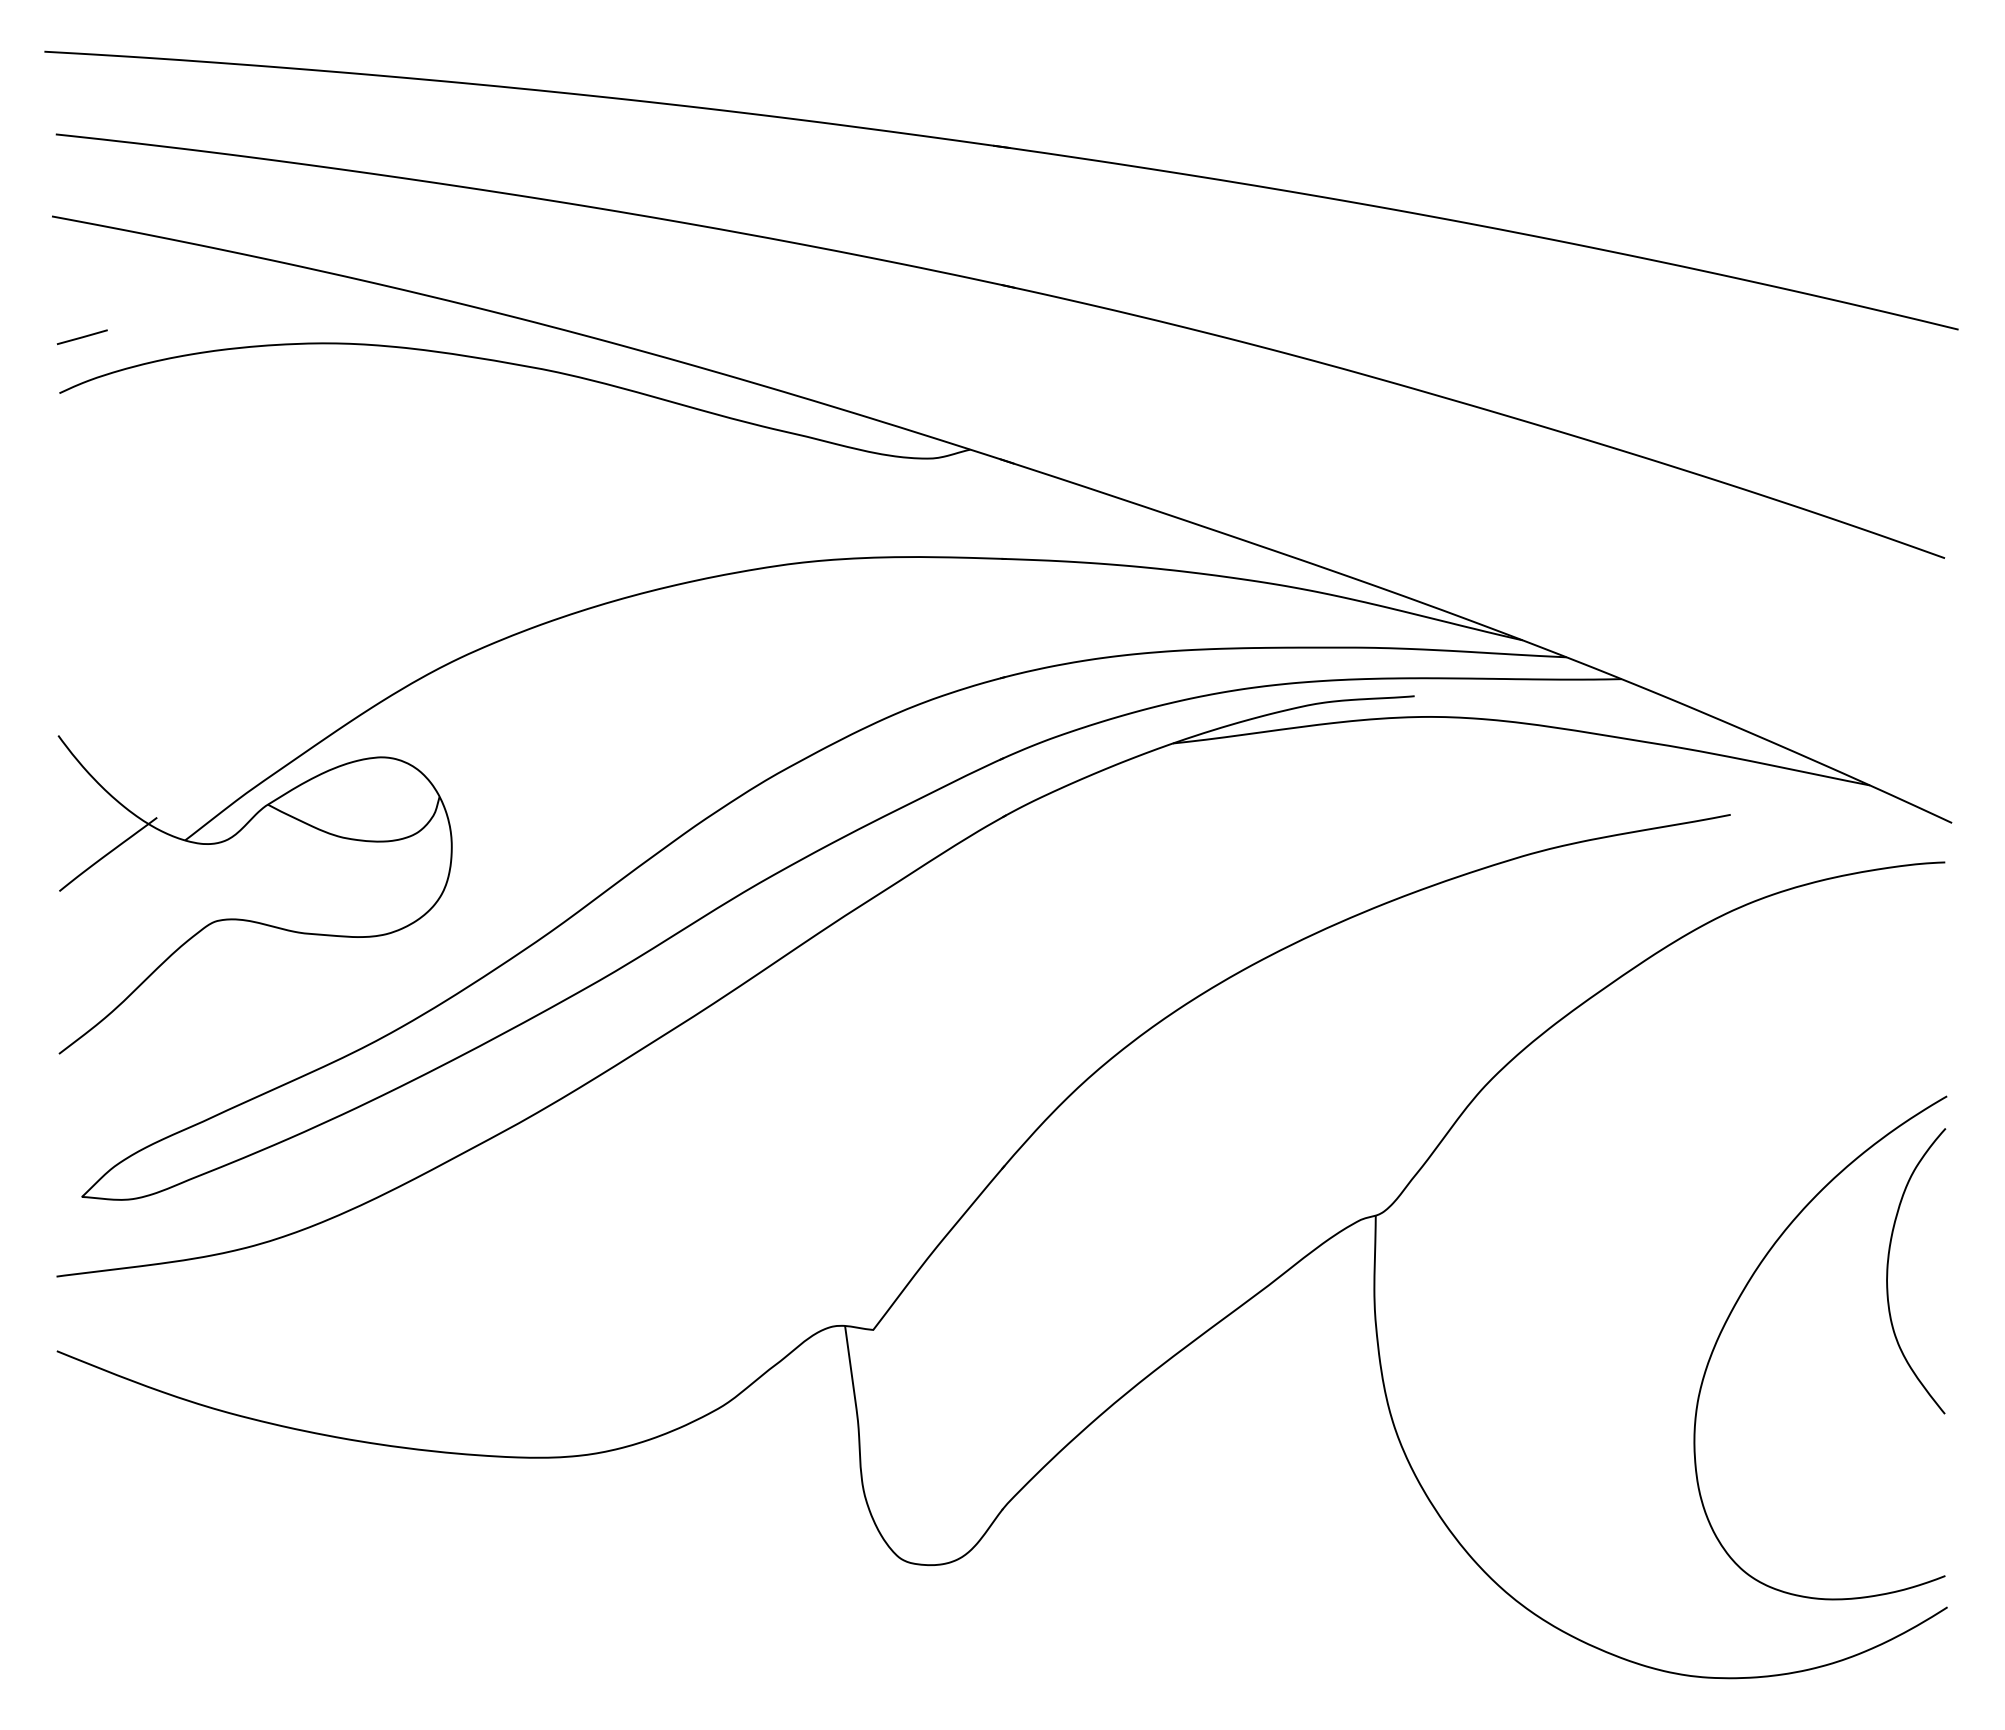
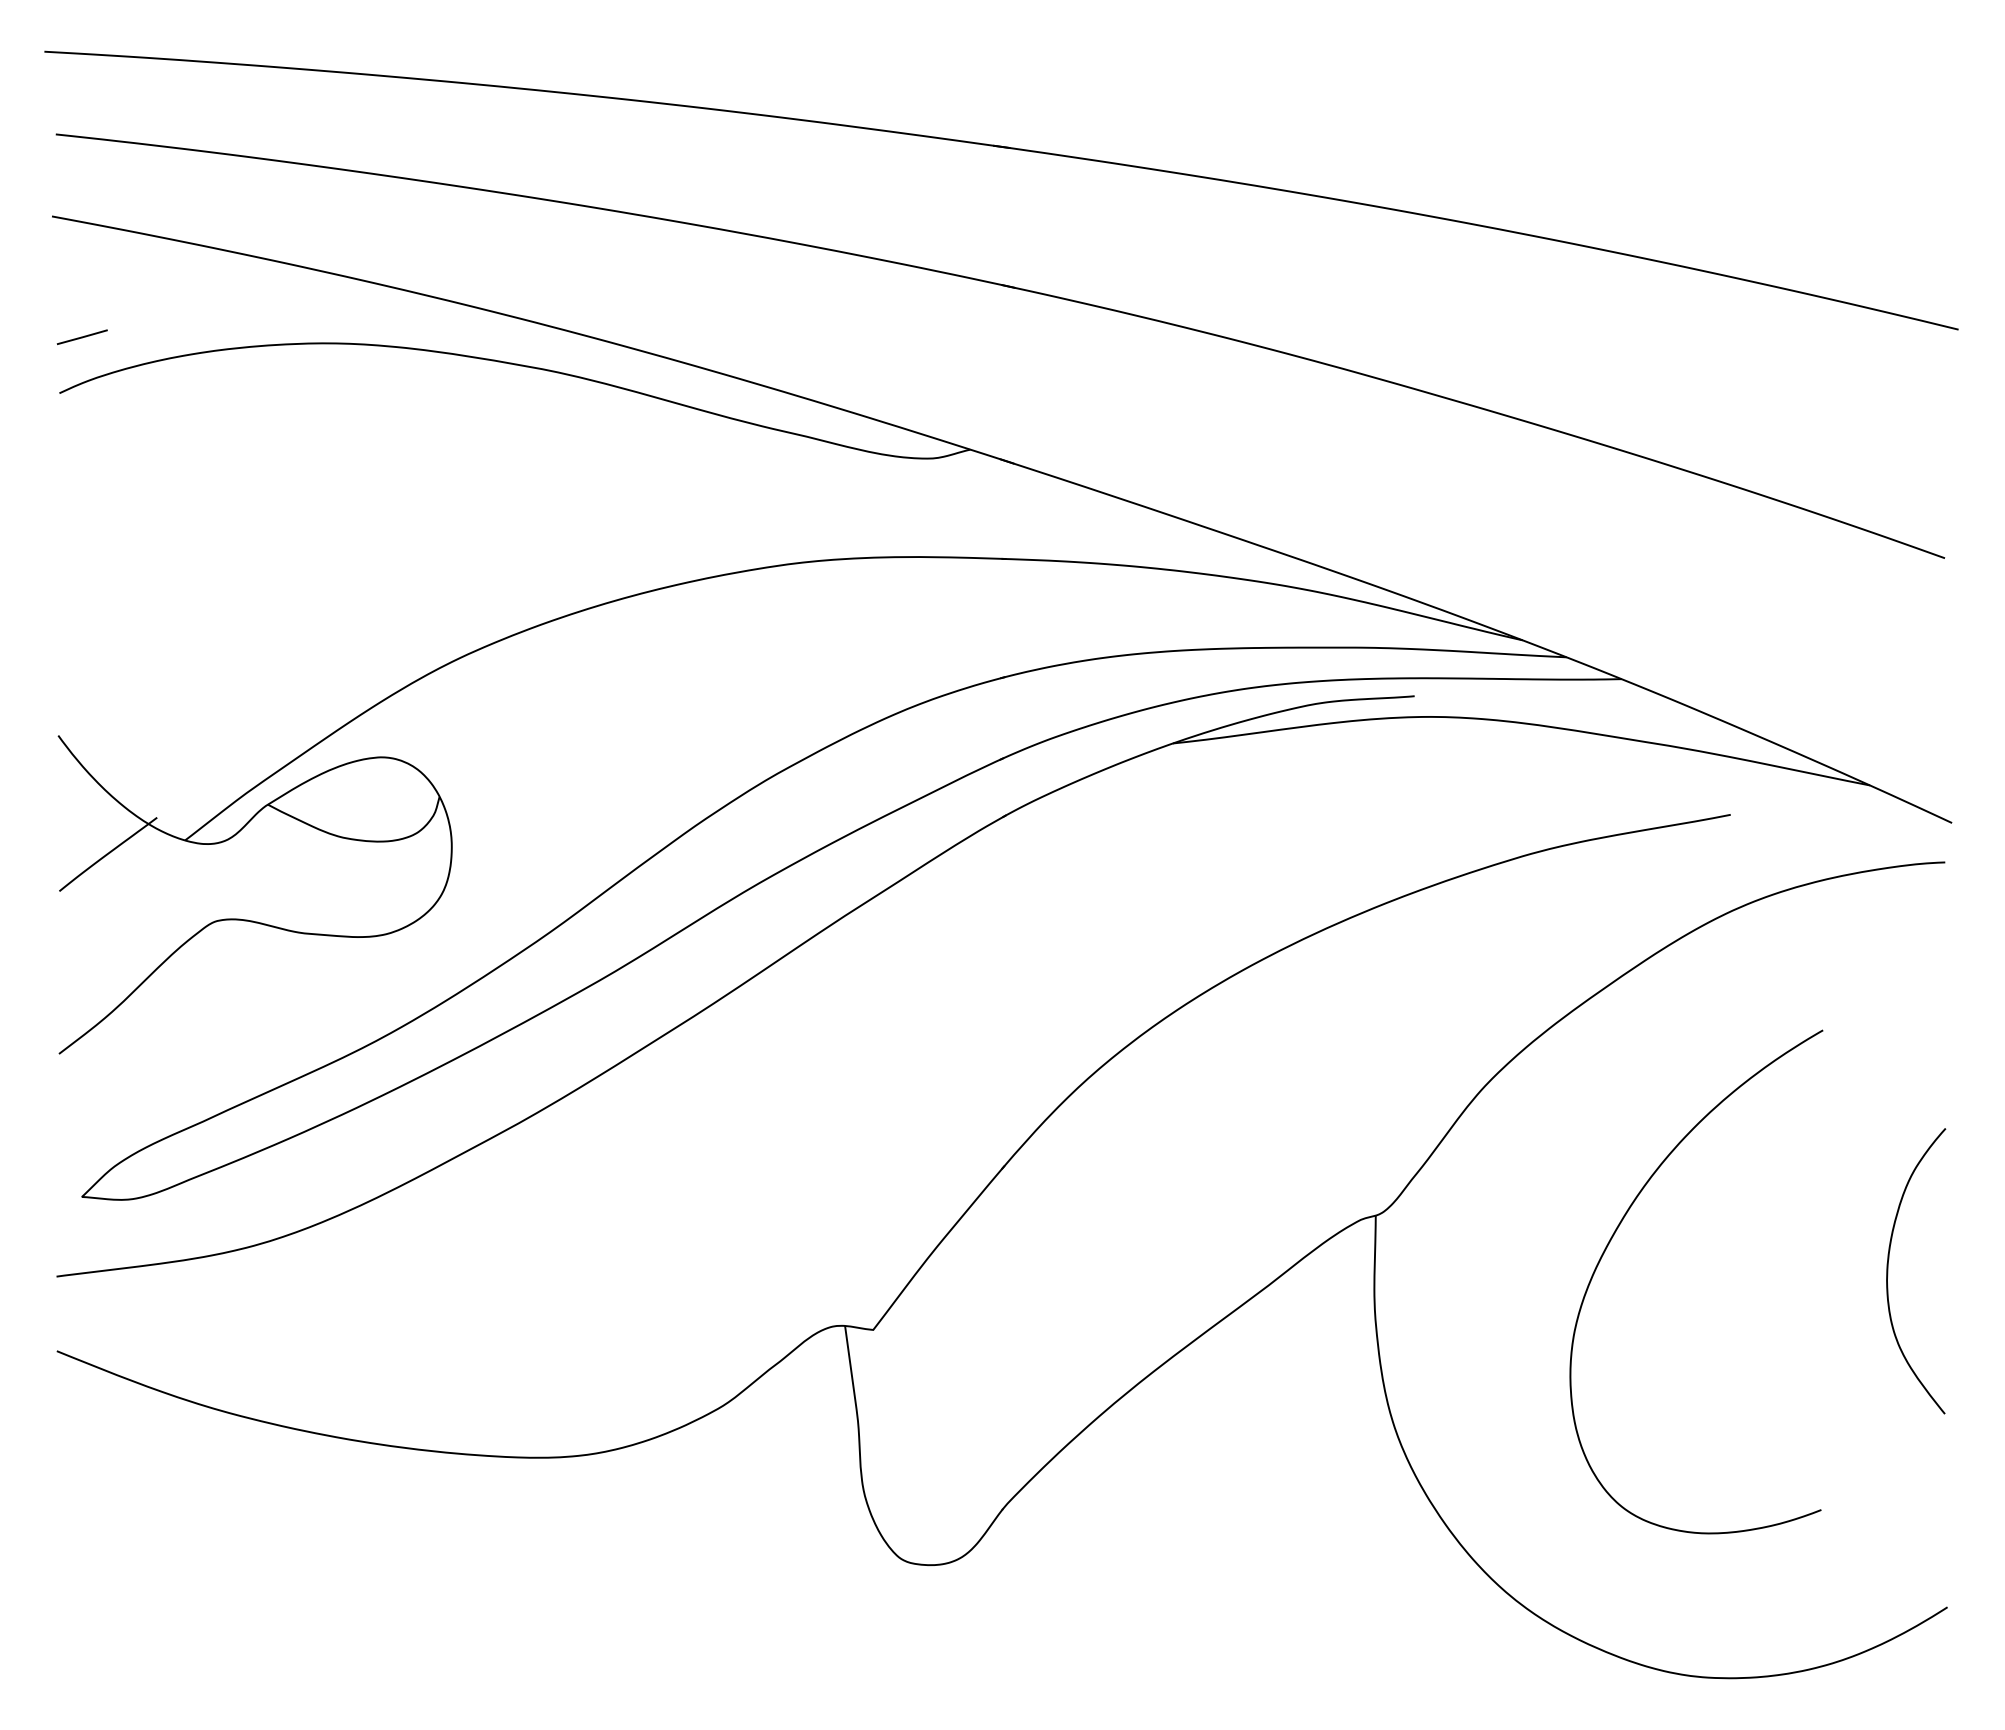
curve at (1738, 1301) position: (1738, 1301) -> (1614, 1235)
